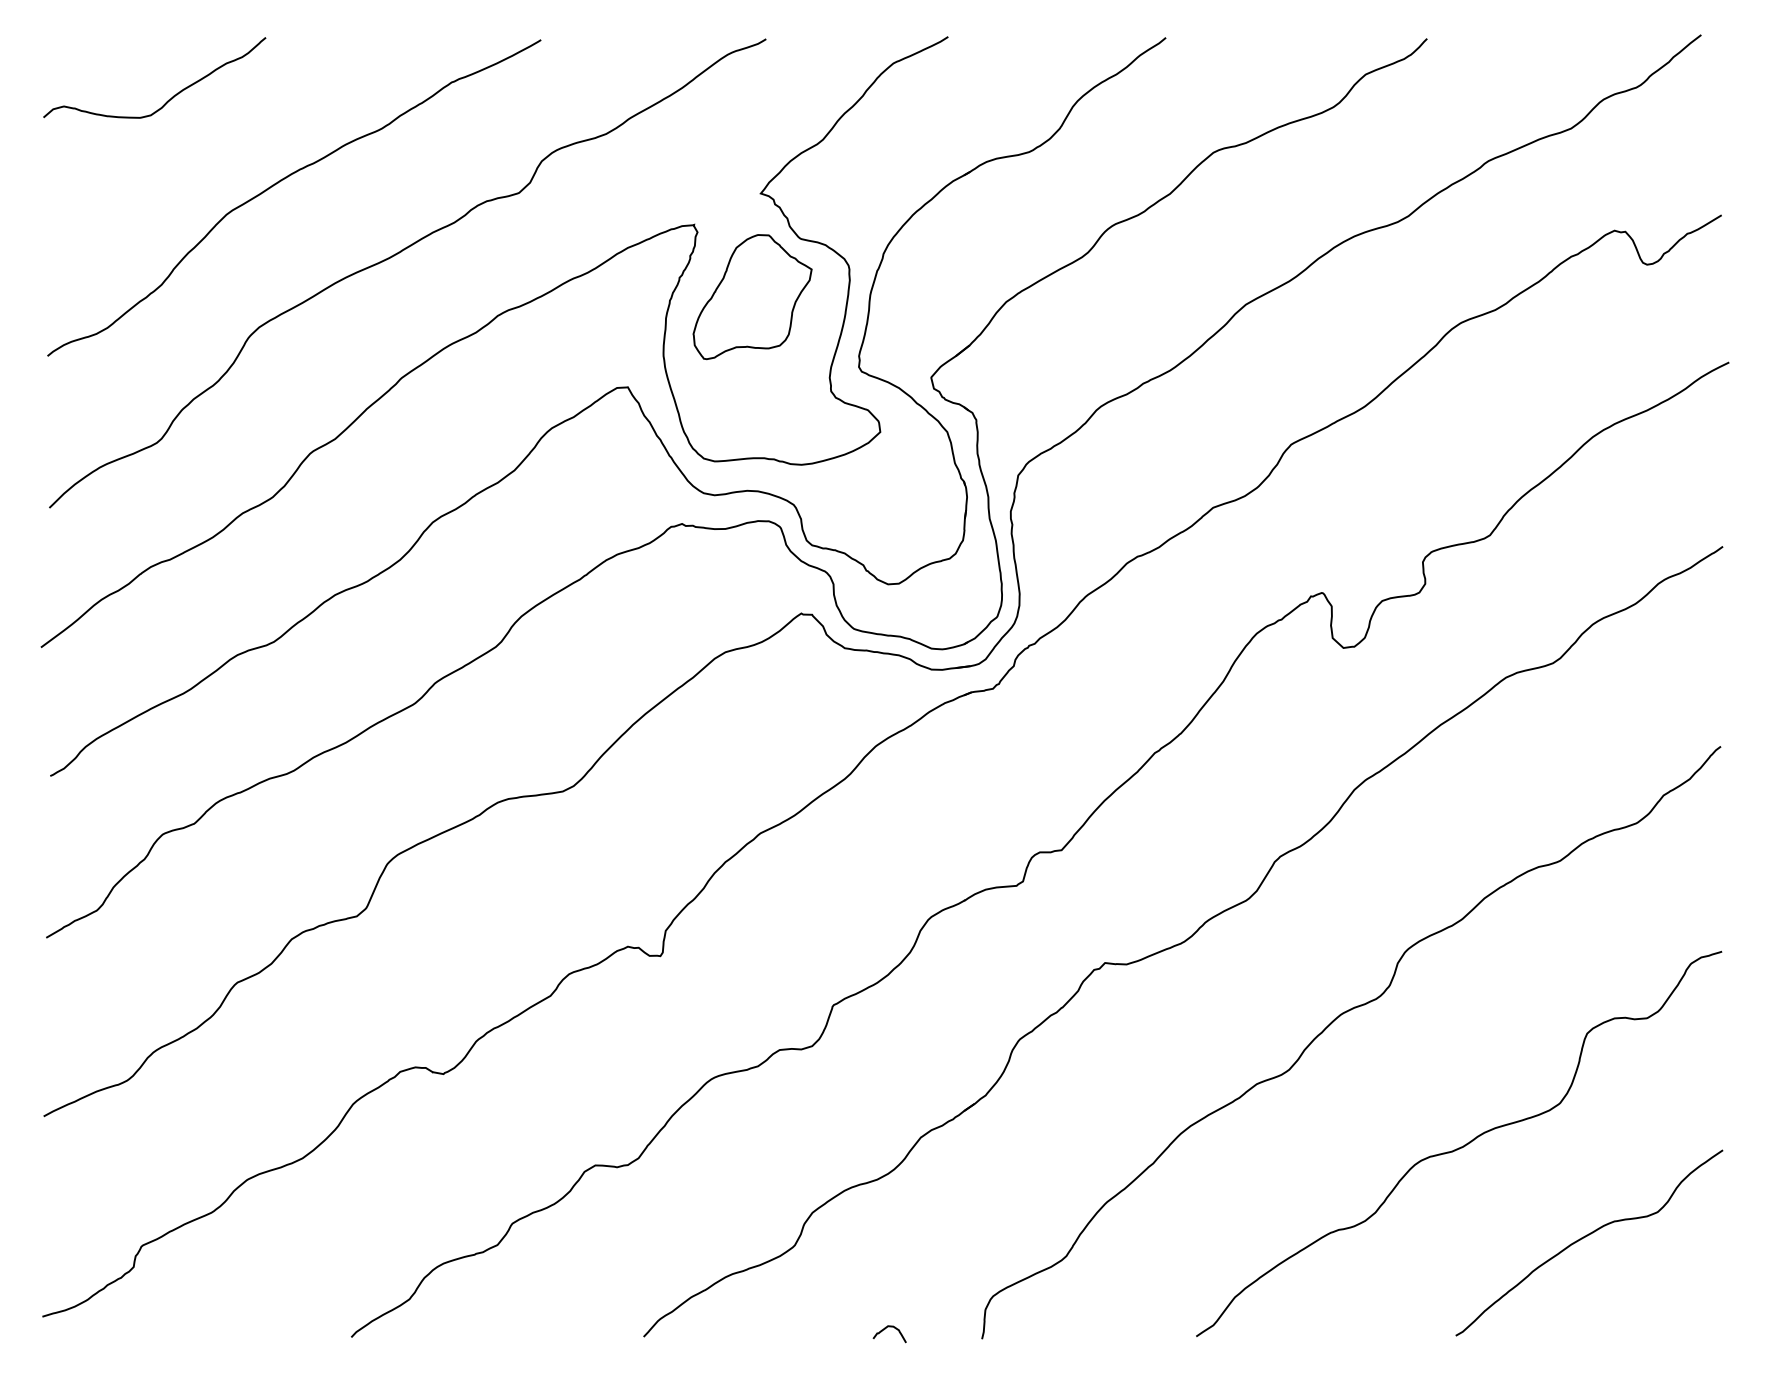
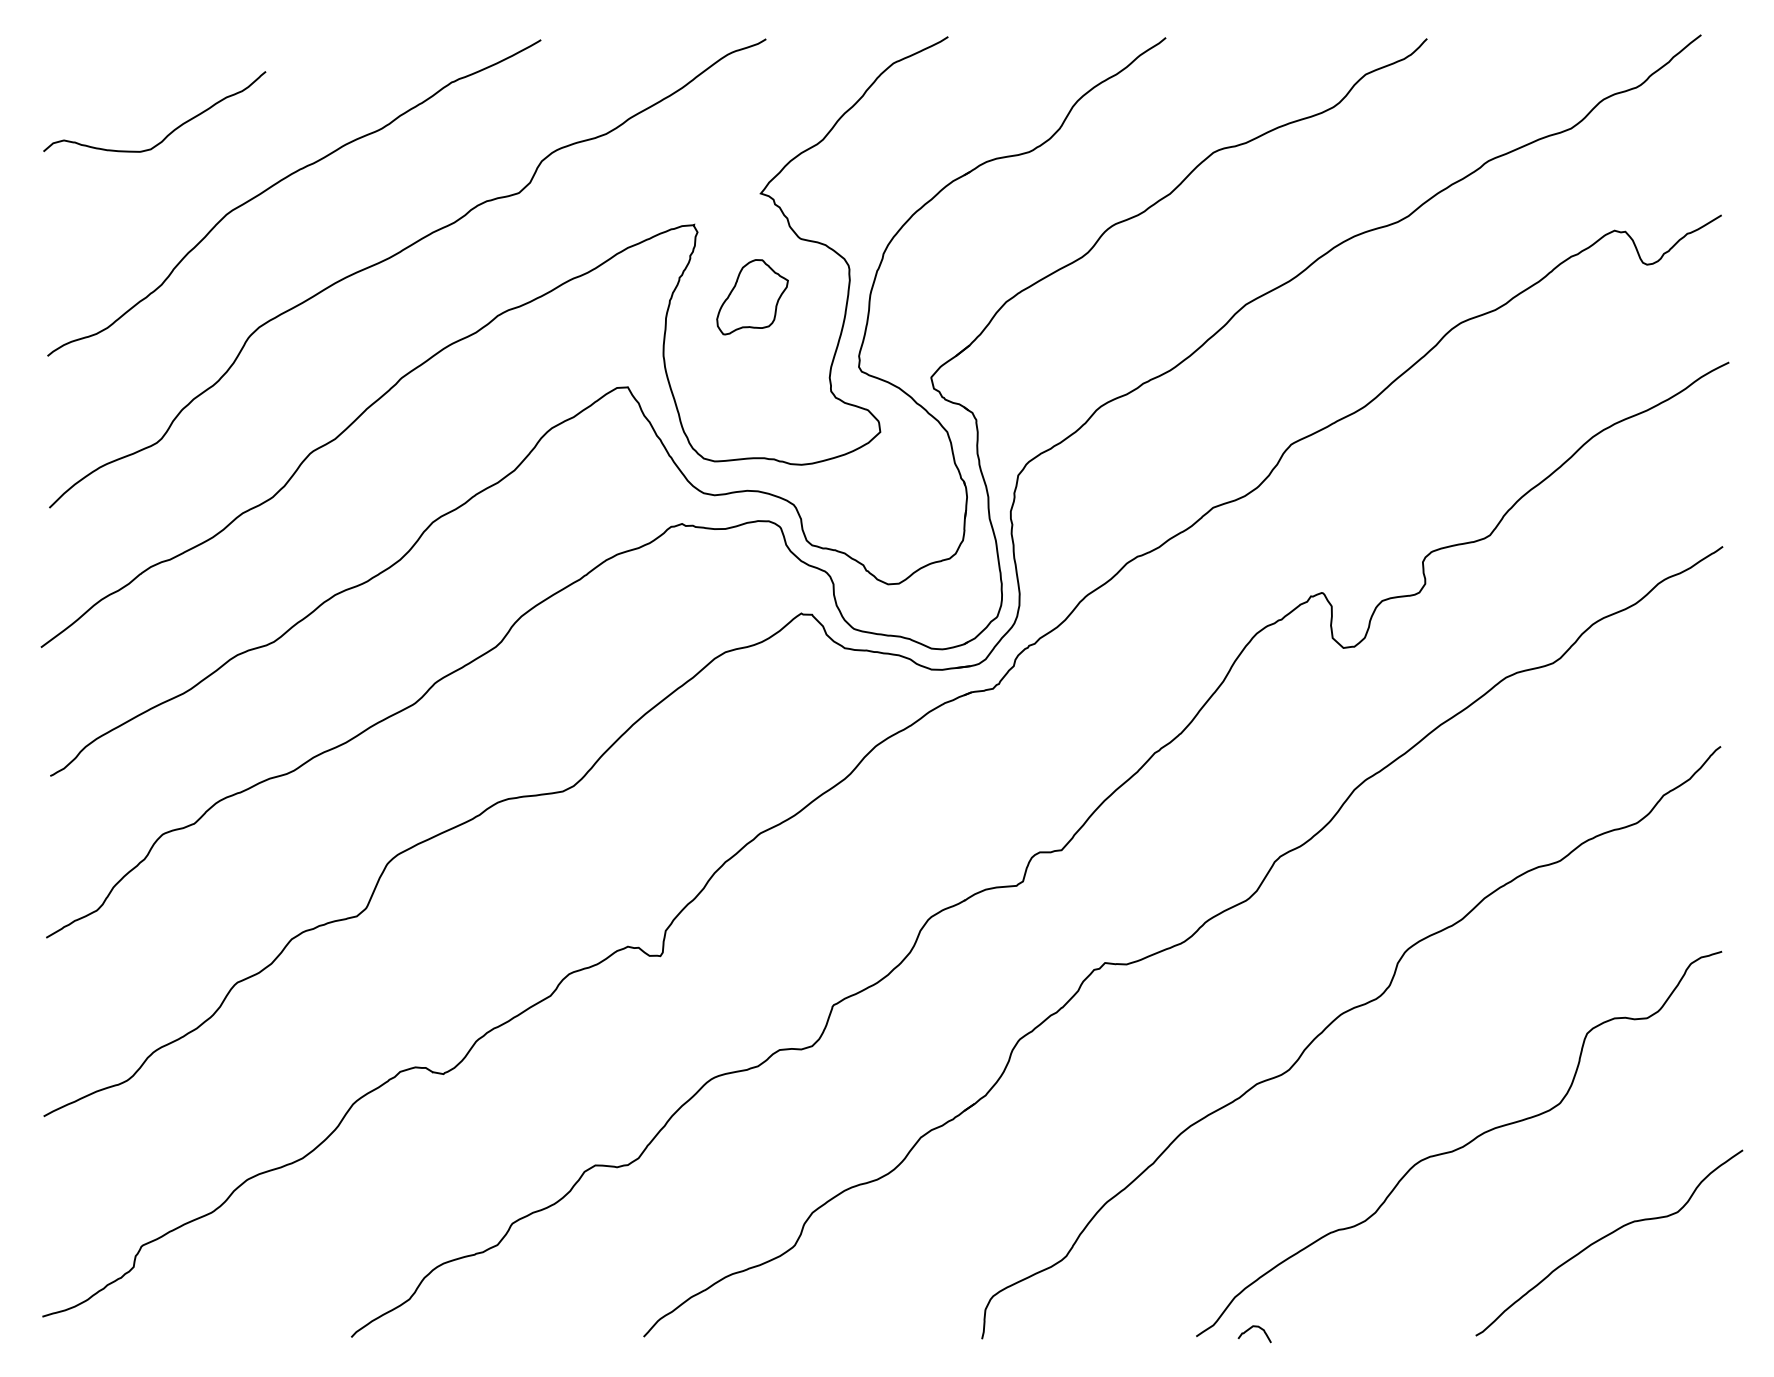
curve at (168, 99) position: (168, 99) -> (168, 133)
part at (752, 297) size: 121x127 px -> 73x77 px
curve at (1587, 1236) position: (1587, 1236) -> (1607, 1236)
curve at (885, 1329) position: (885, 1329) -> (1250, 1329)
